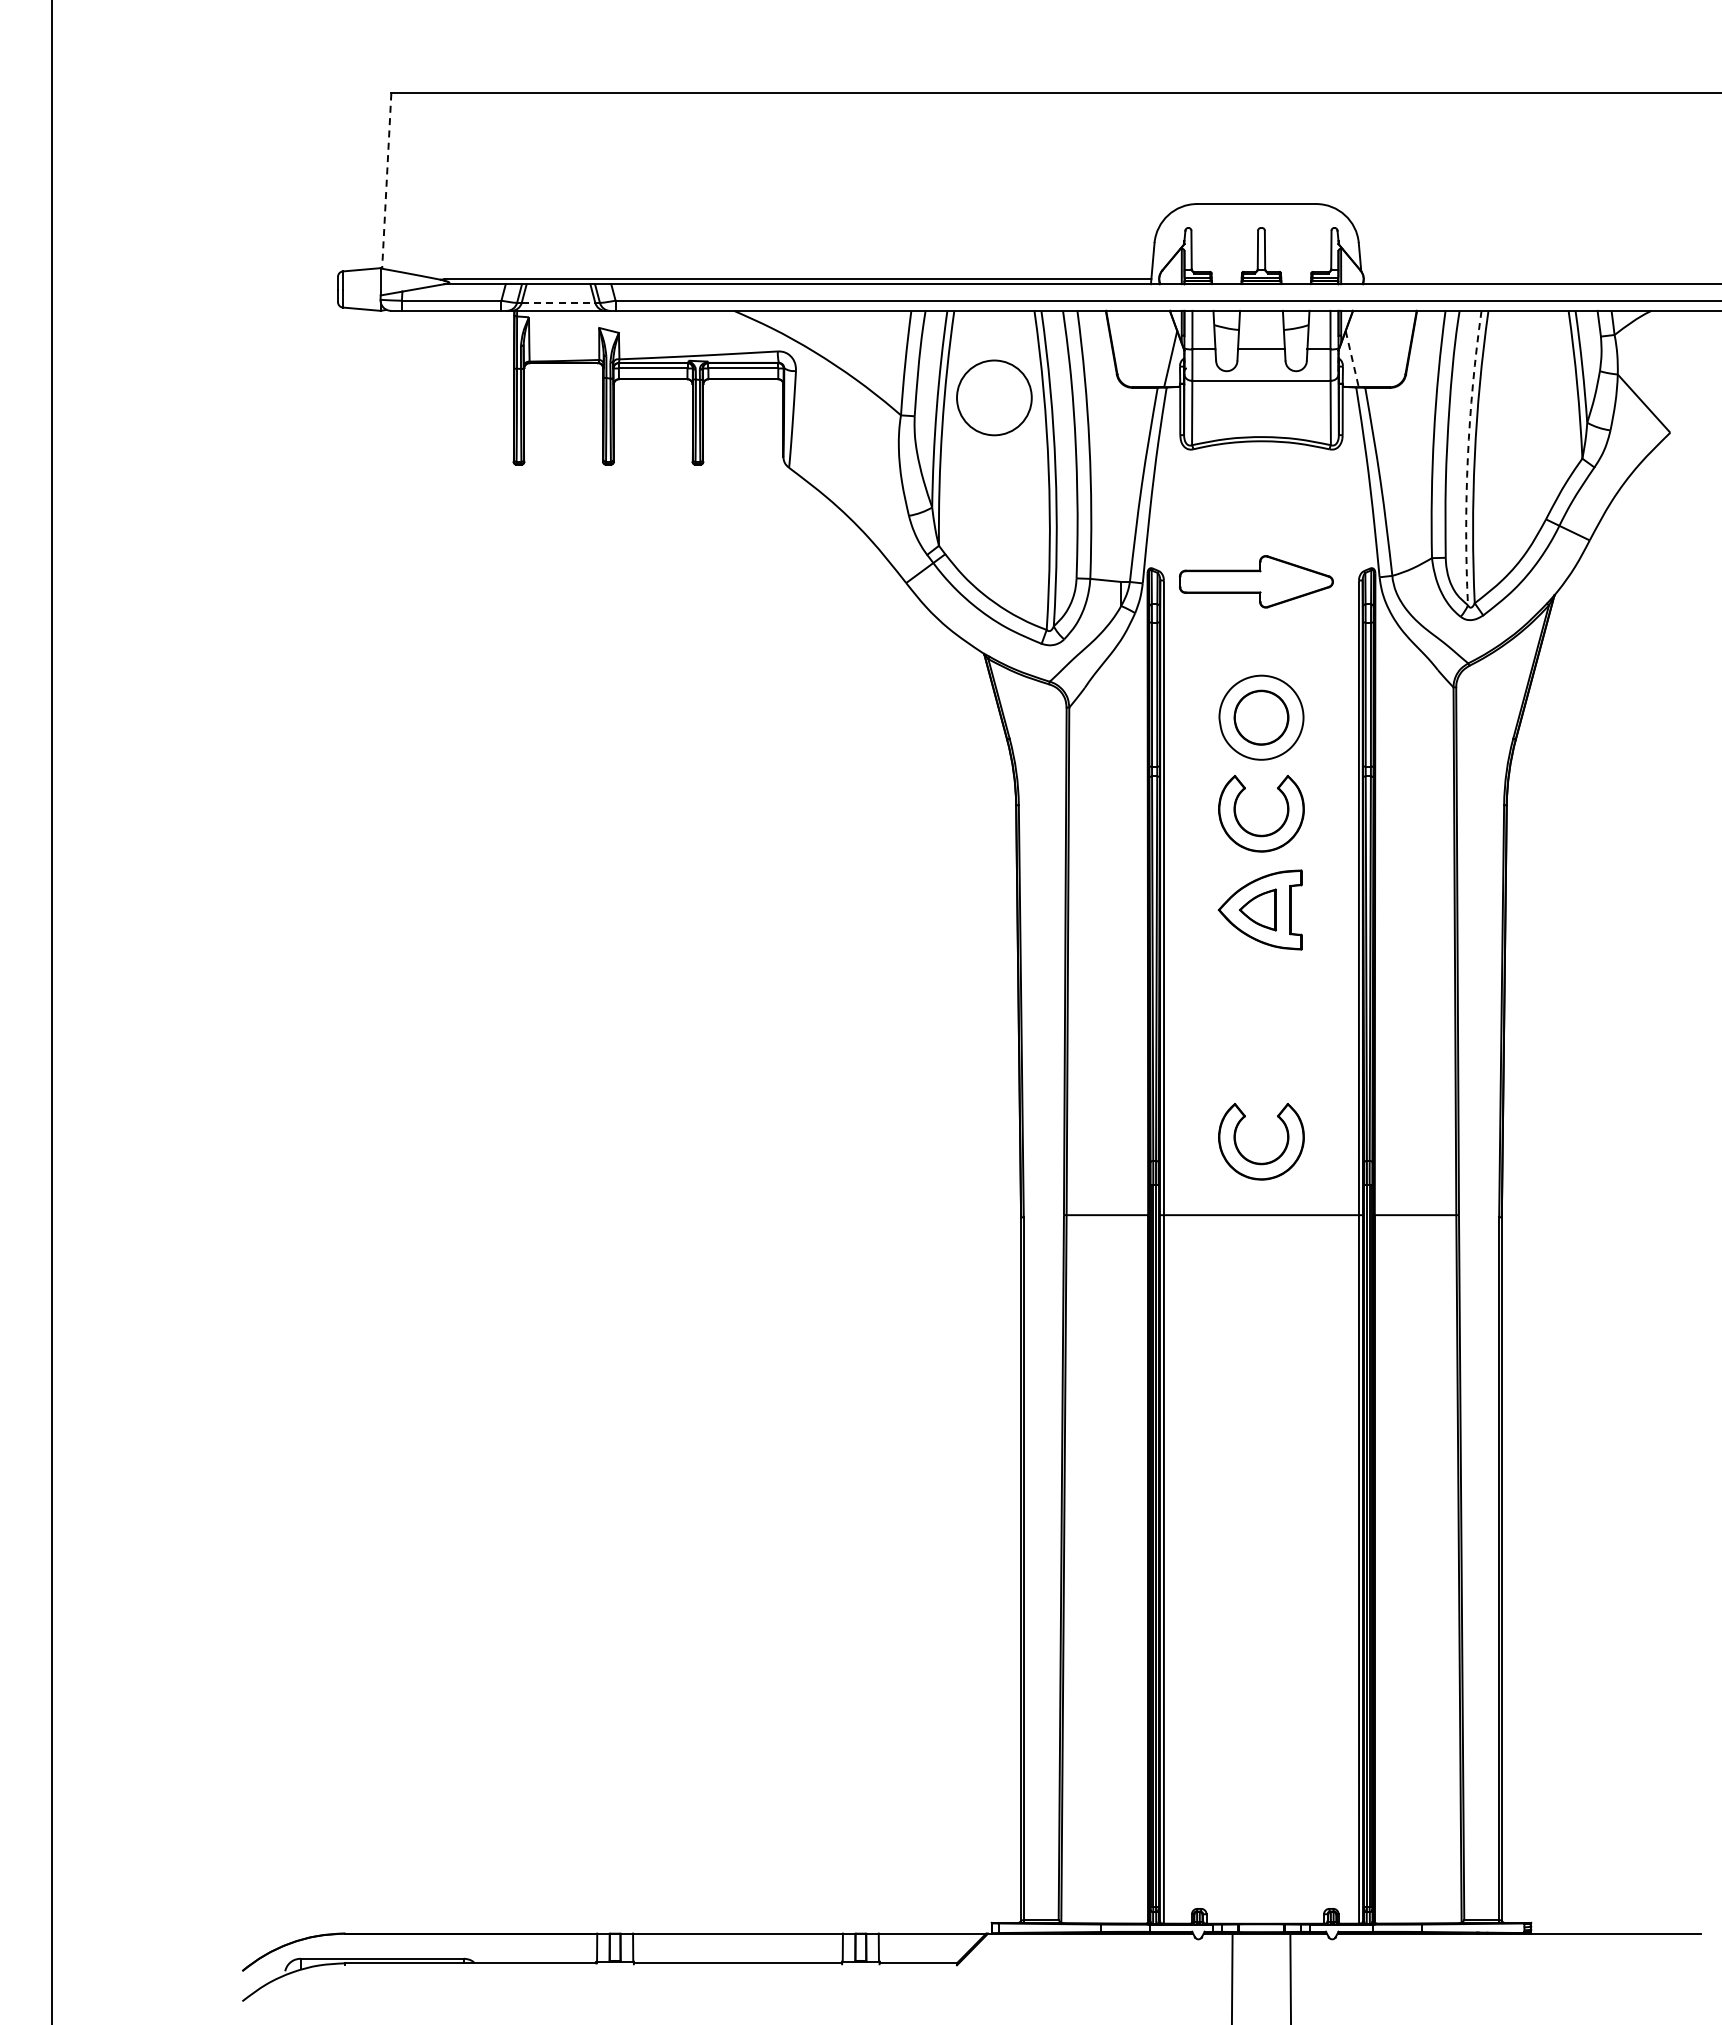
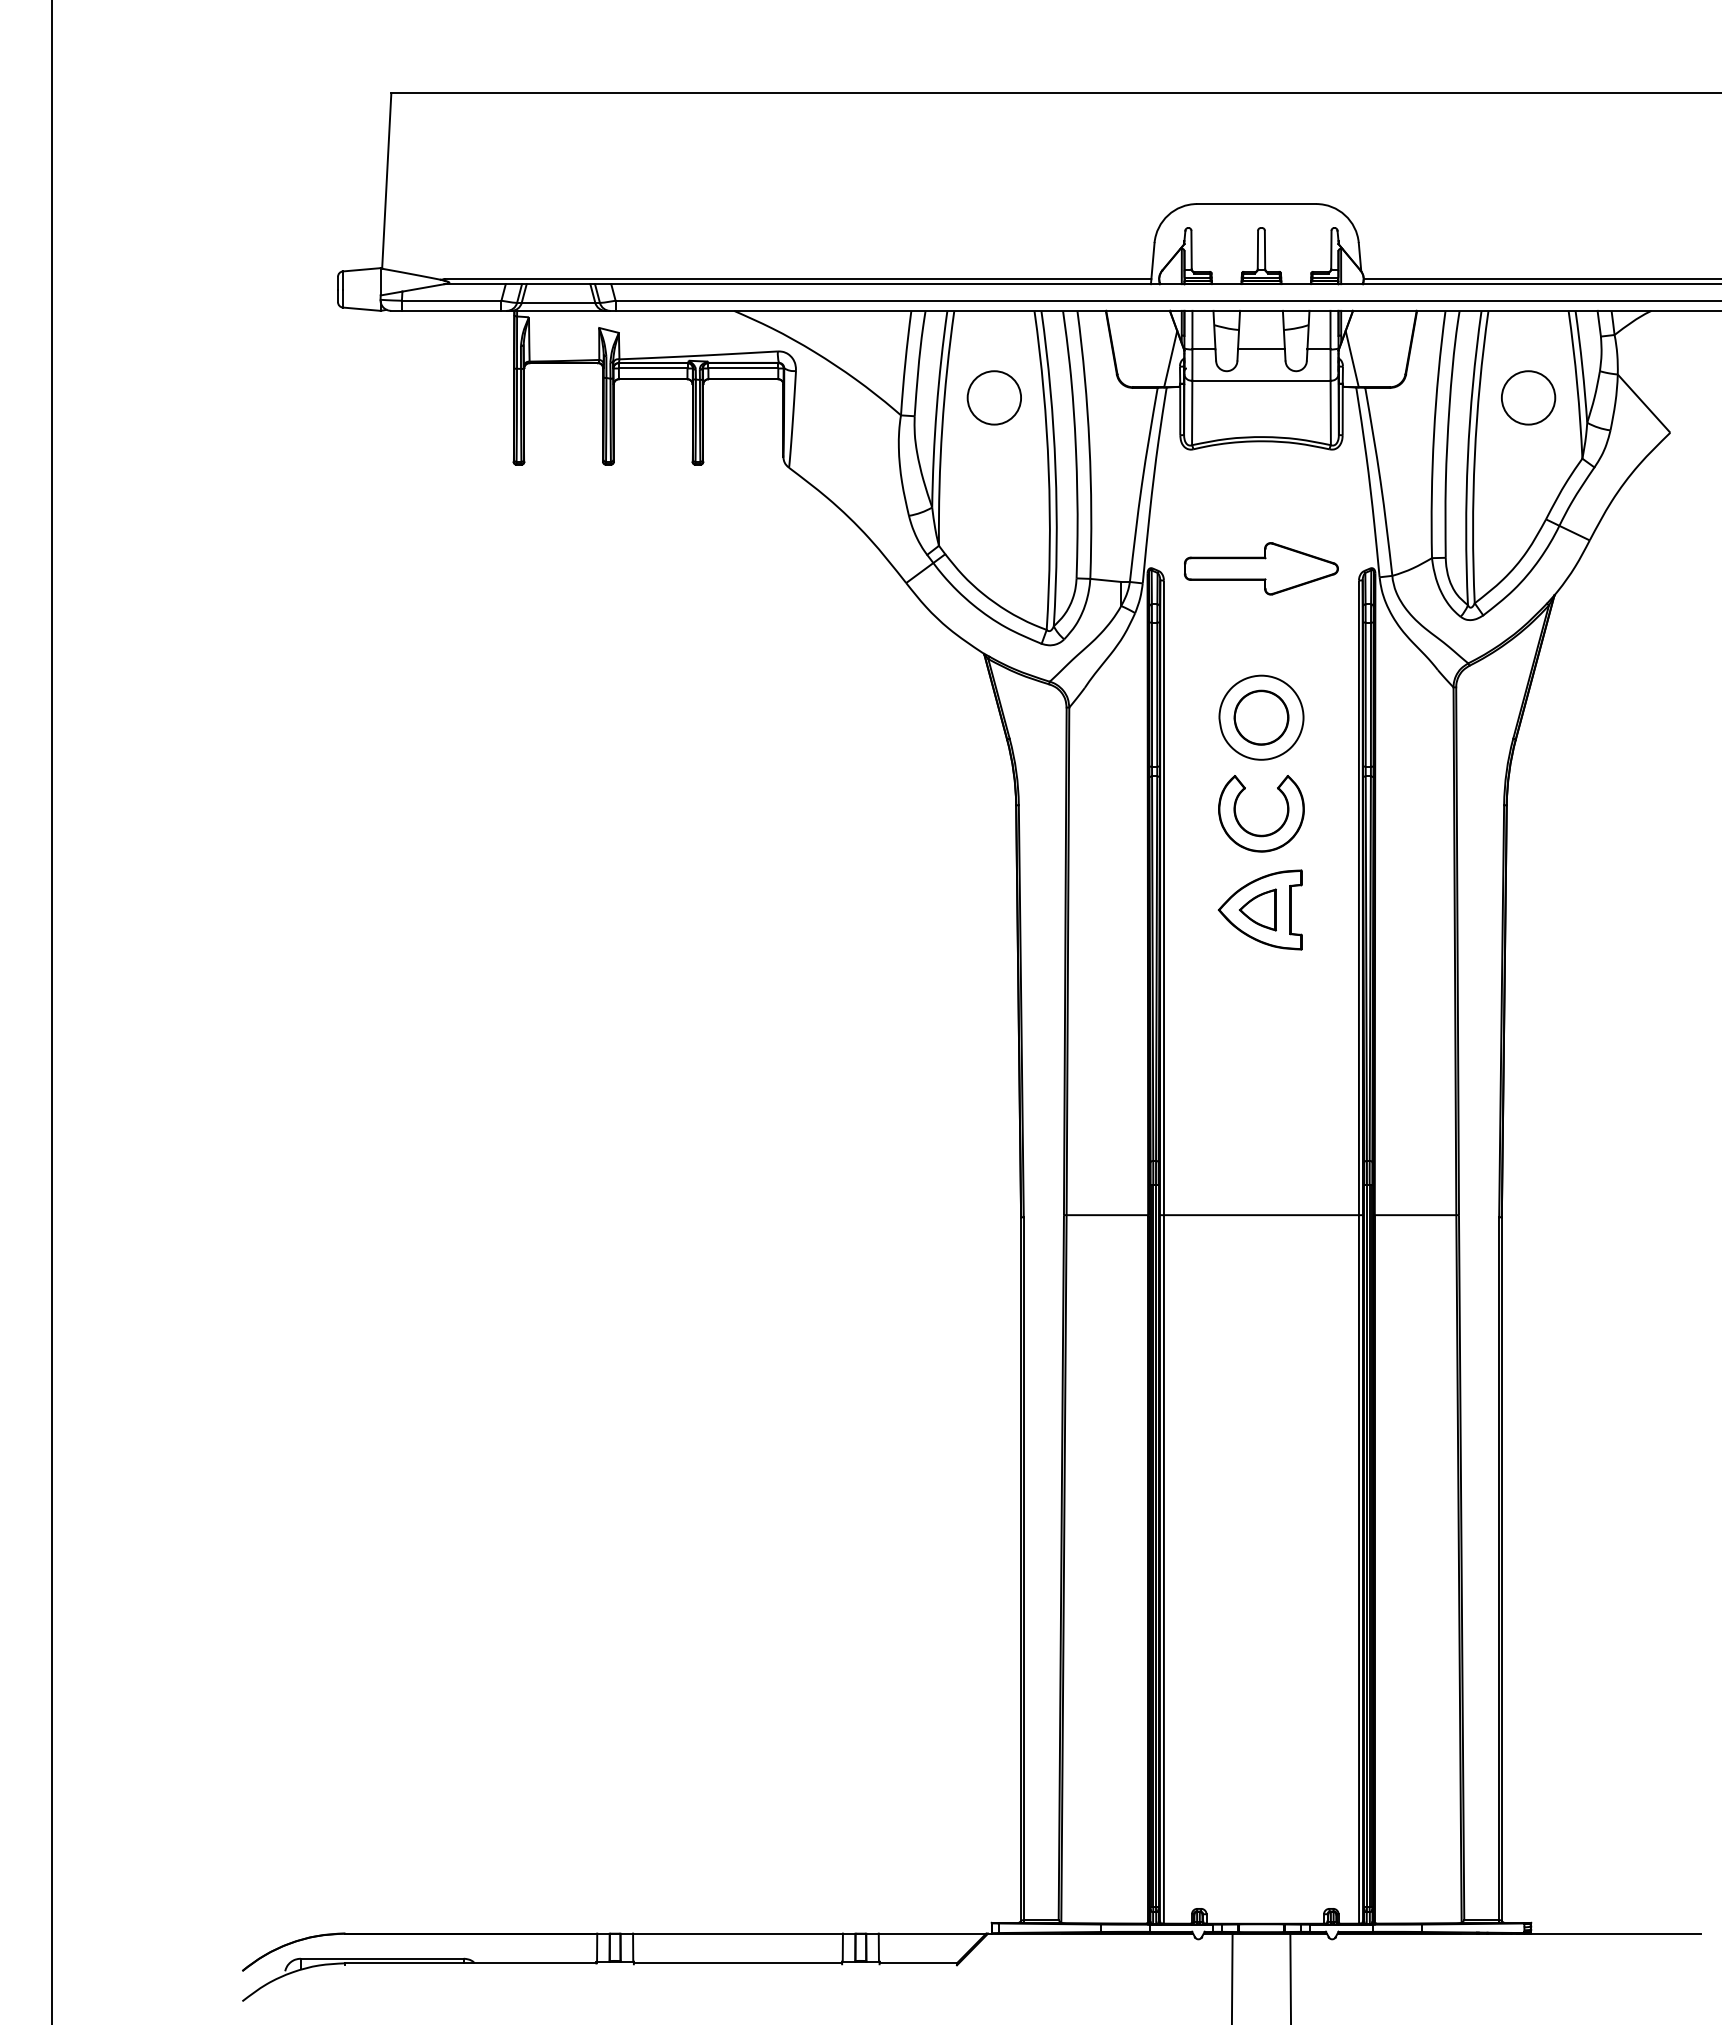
line at (386, 181): dashed -> solid
line at (1540, 279): none -> present
line at (558, 302): dashed -> solid
line at (1352, 359): dashed -> solid
circle at (994, 397) diameter: 75 px -> 53 px
circle at (1528, 397): none -> present
arc at (1467, 457): dashed -> solid
part at (1256, 581) position: (1256, 581) -> (1261, 568)
part at (1261, 1162): present -> none
